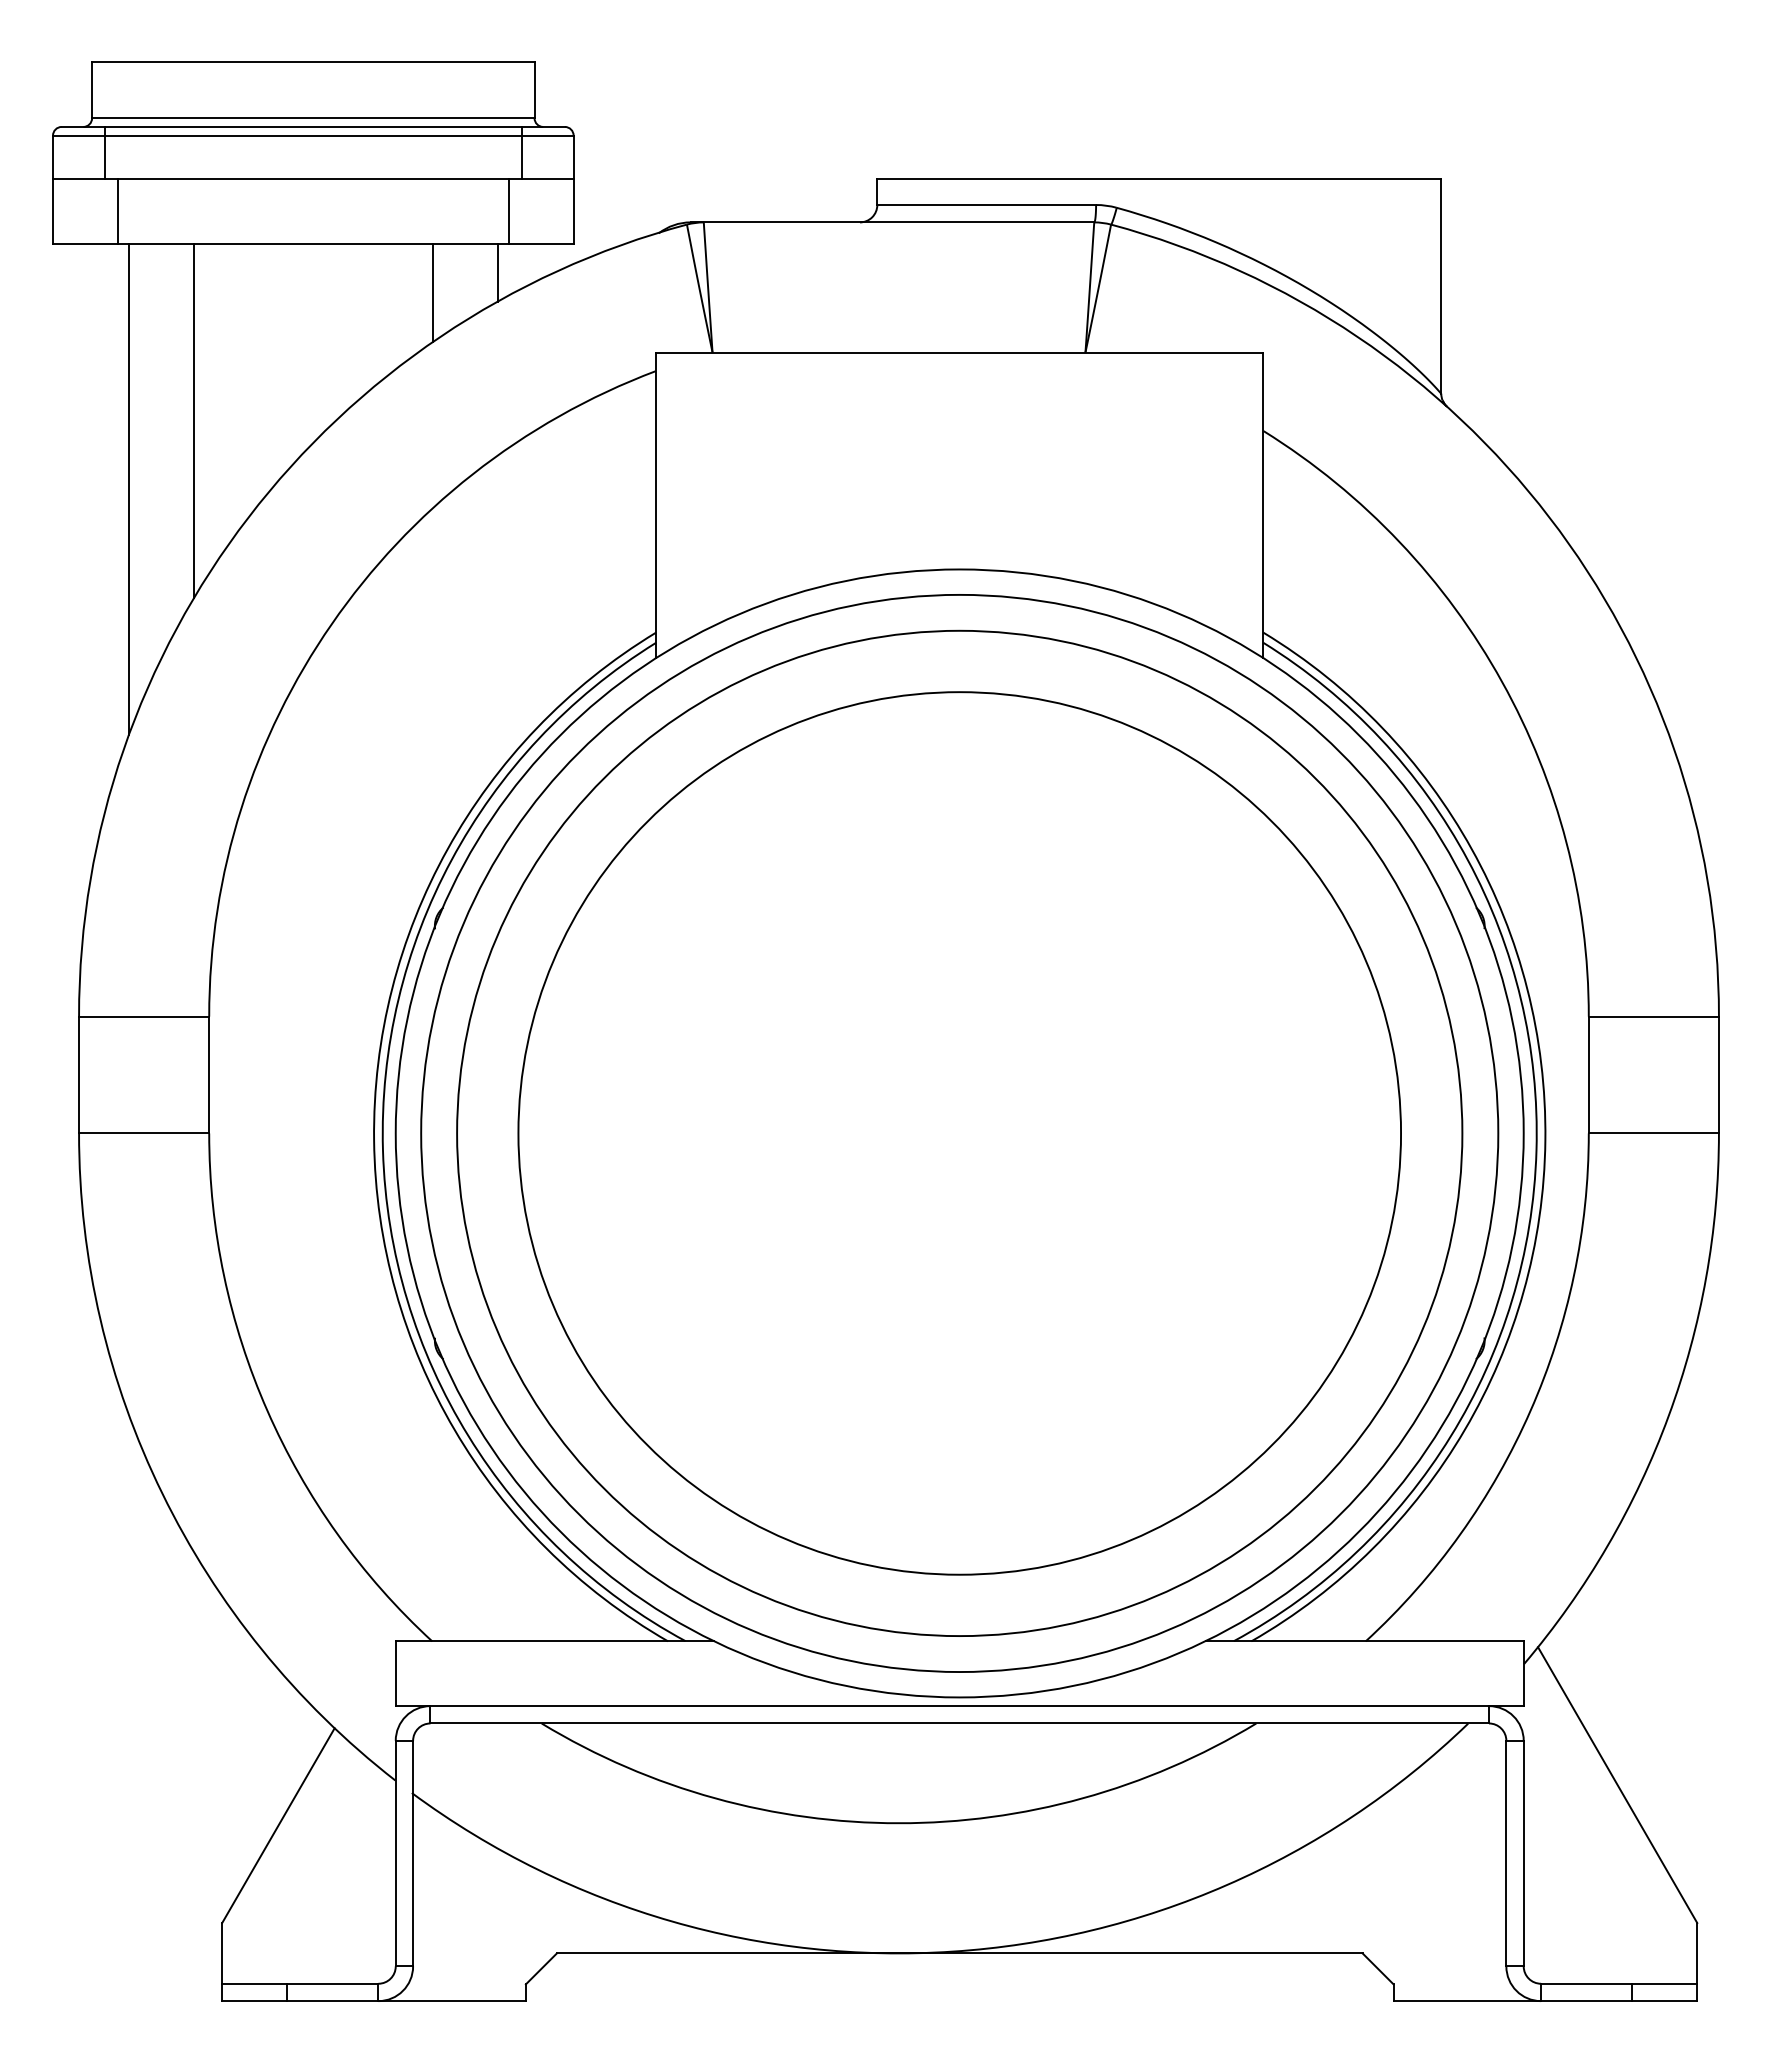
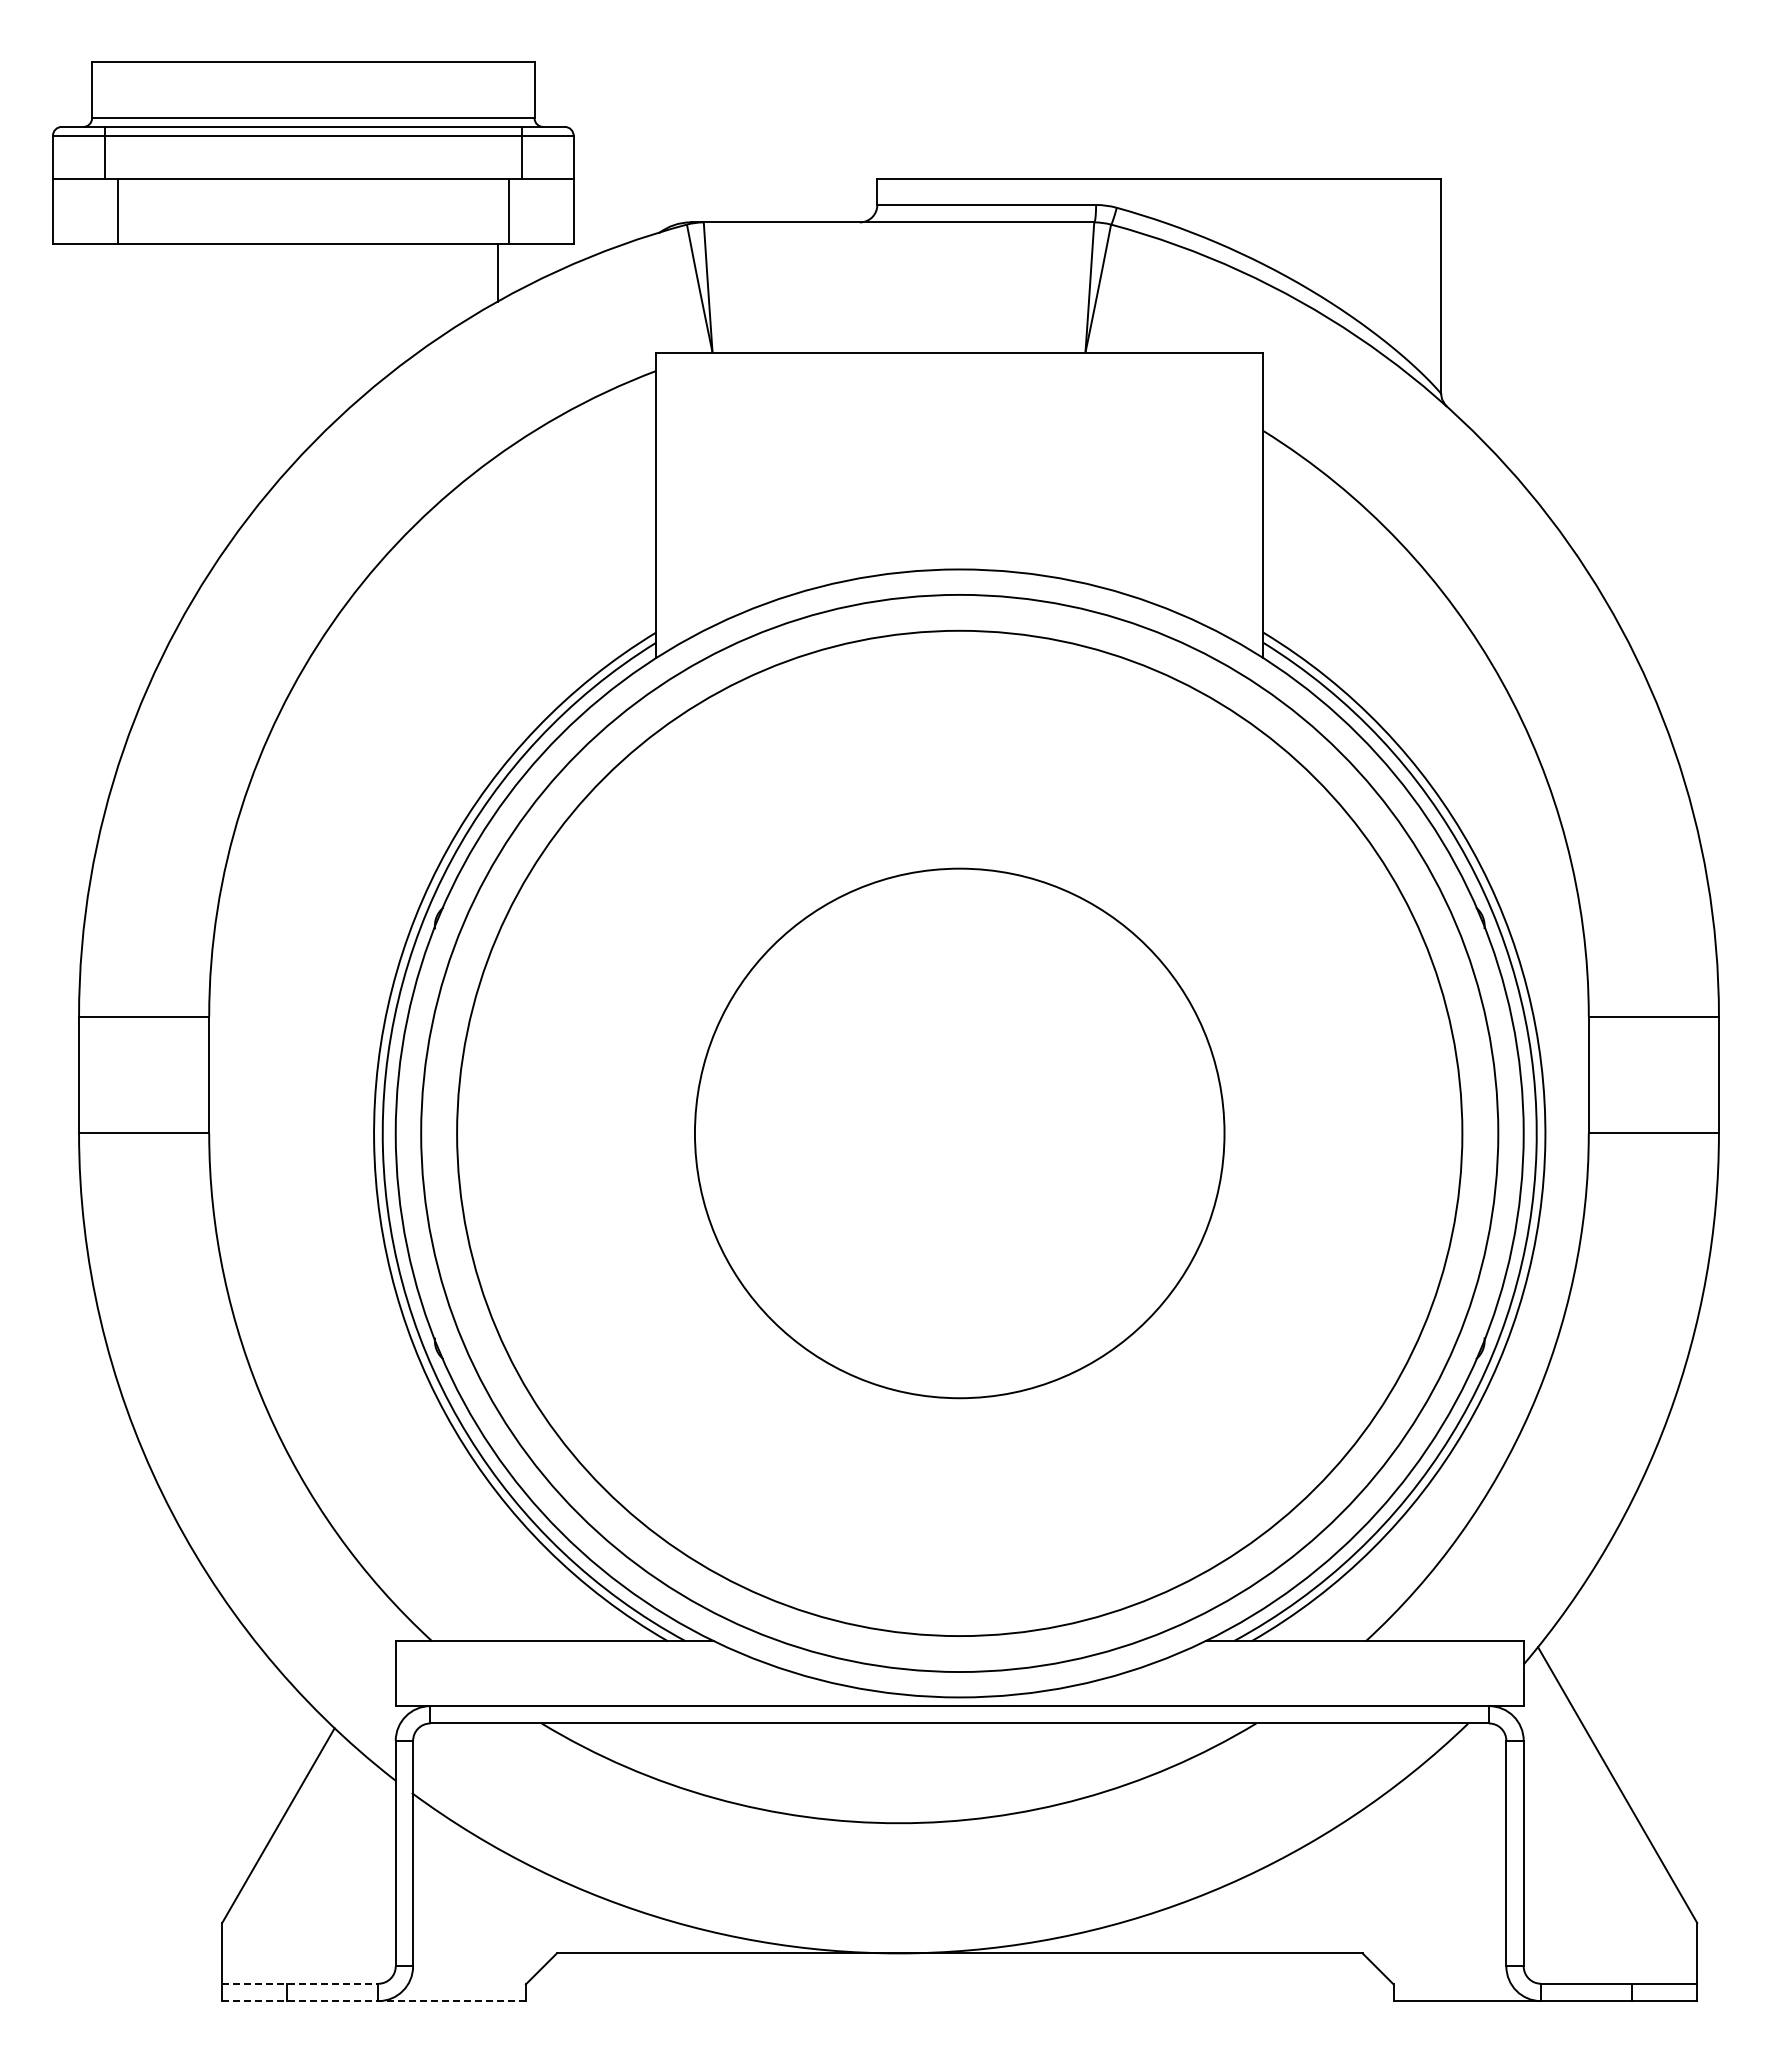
line at (432, 293): present -> none
line at (194, 420): present -> none
line at (128, 489): present -> none
circle at (959, 1133) diameter: 883 px -> 530 px
line at (300, 1983): solid -> dashed
line at (374, 2001): solid -> dashed
